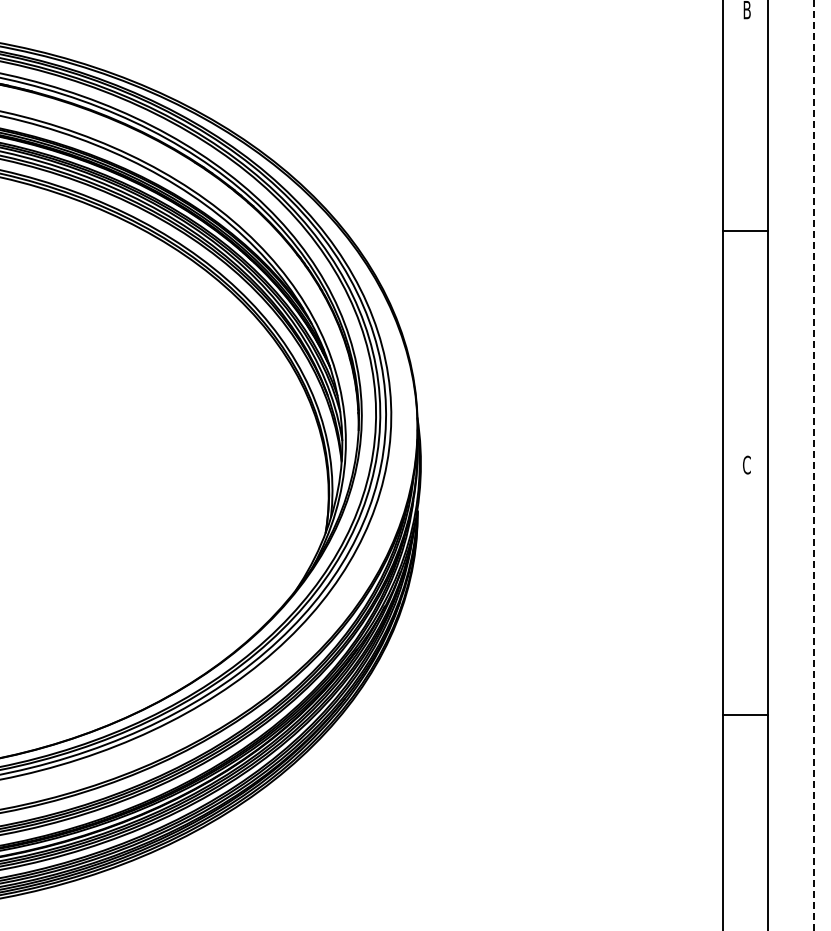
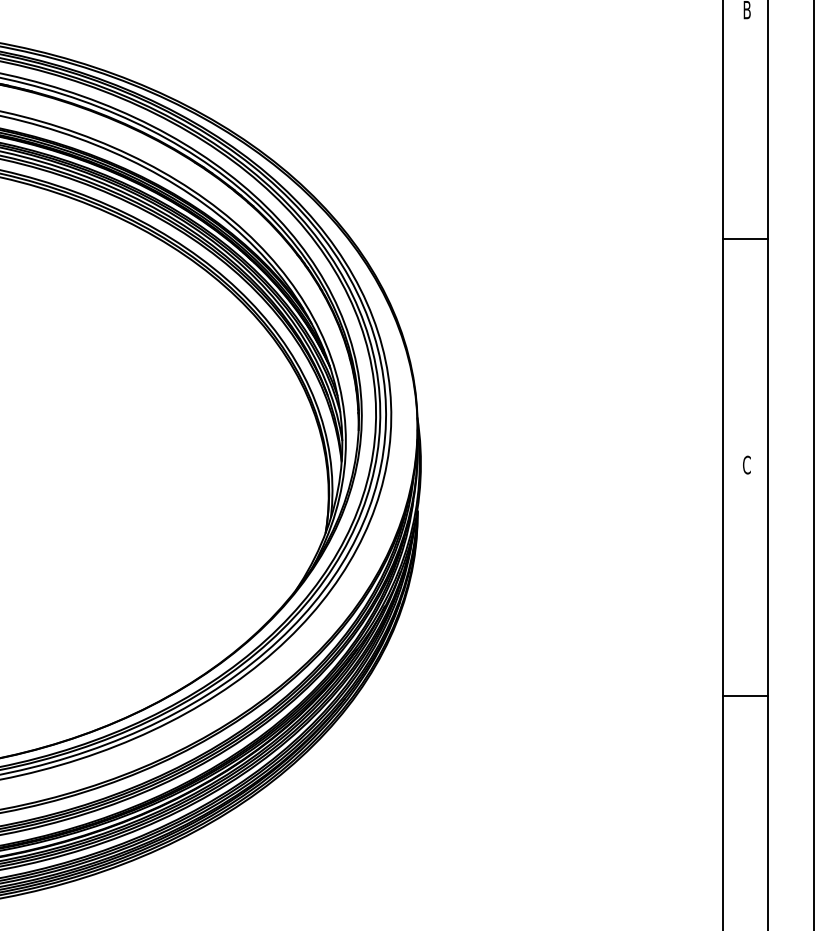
line at (745, 230) position: (745, 230) -> (745, 238)
line at (814, 465): dashed -> solid
line at (745, 714) position: (745, 714) -> (745, 695)
